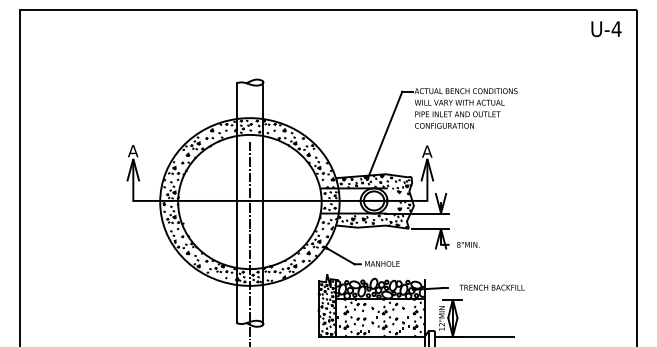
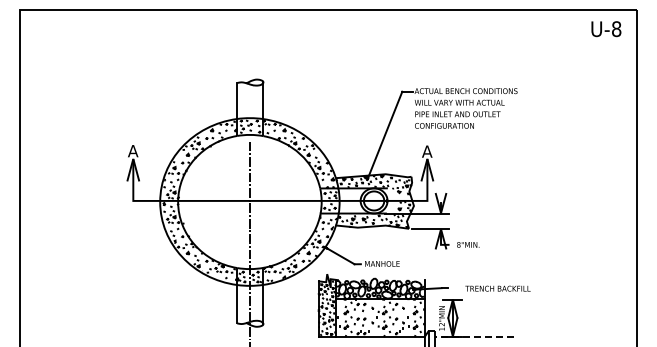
text at (616, 29): U-4 -> U-8
line at (263, 201): present -> none
line at (237, 202): present -> none
text at (491, 287) position: (491, 287) -> (497, 288)
line at (474, 336): solid -> dashed
